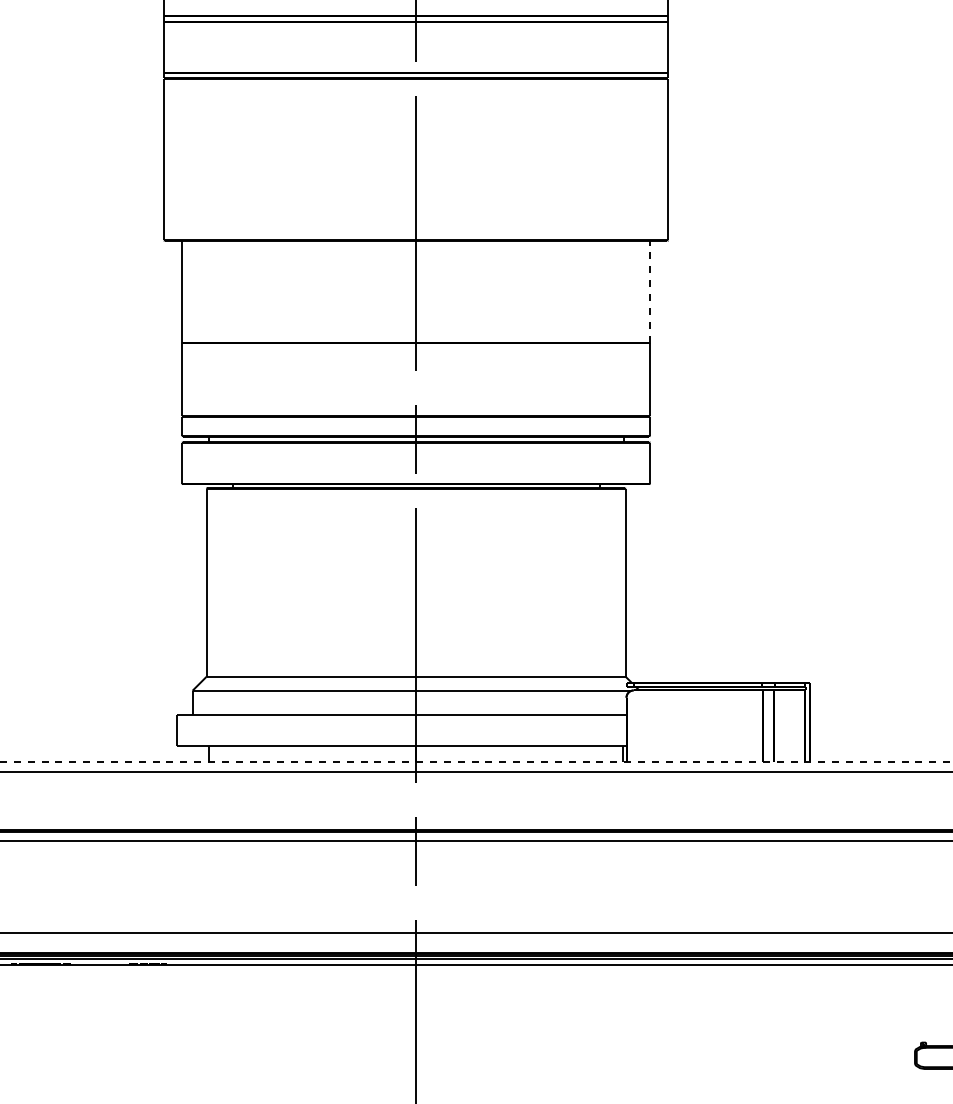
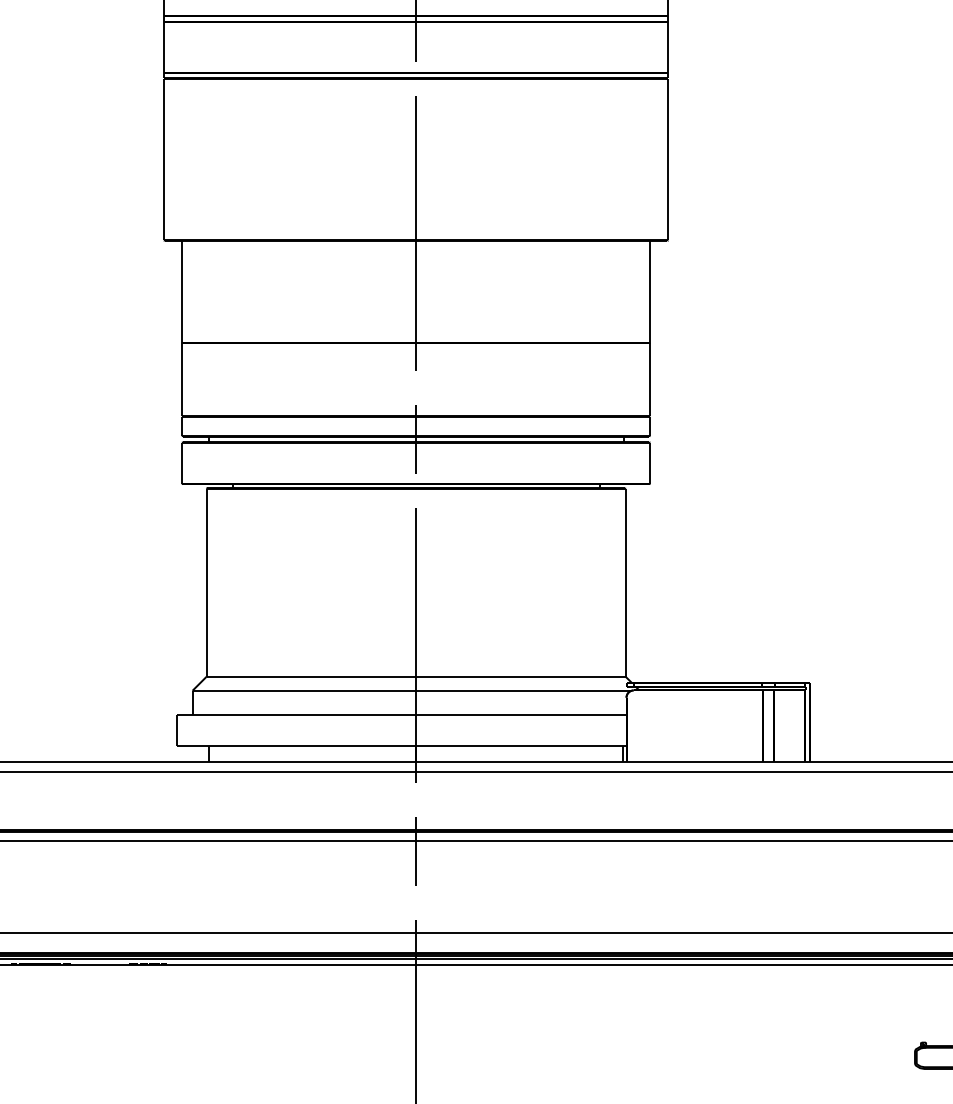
line at (650, 291): dashed -> solid
line at (476, 761): dashed -> solid
